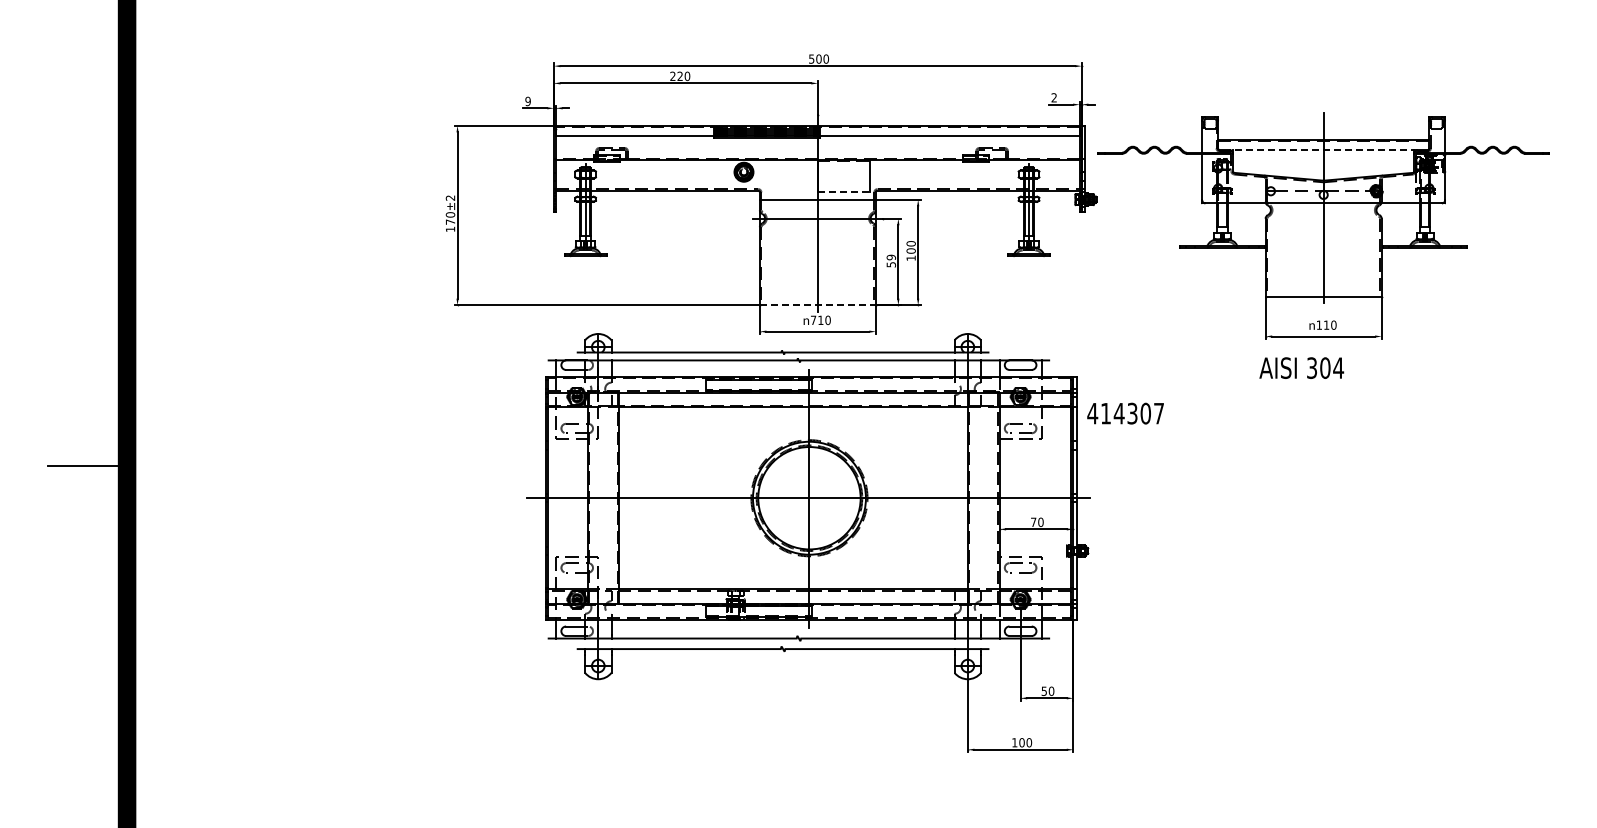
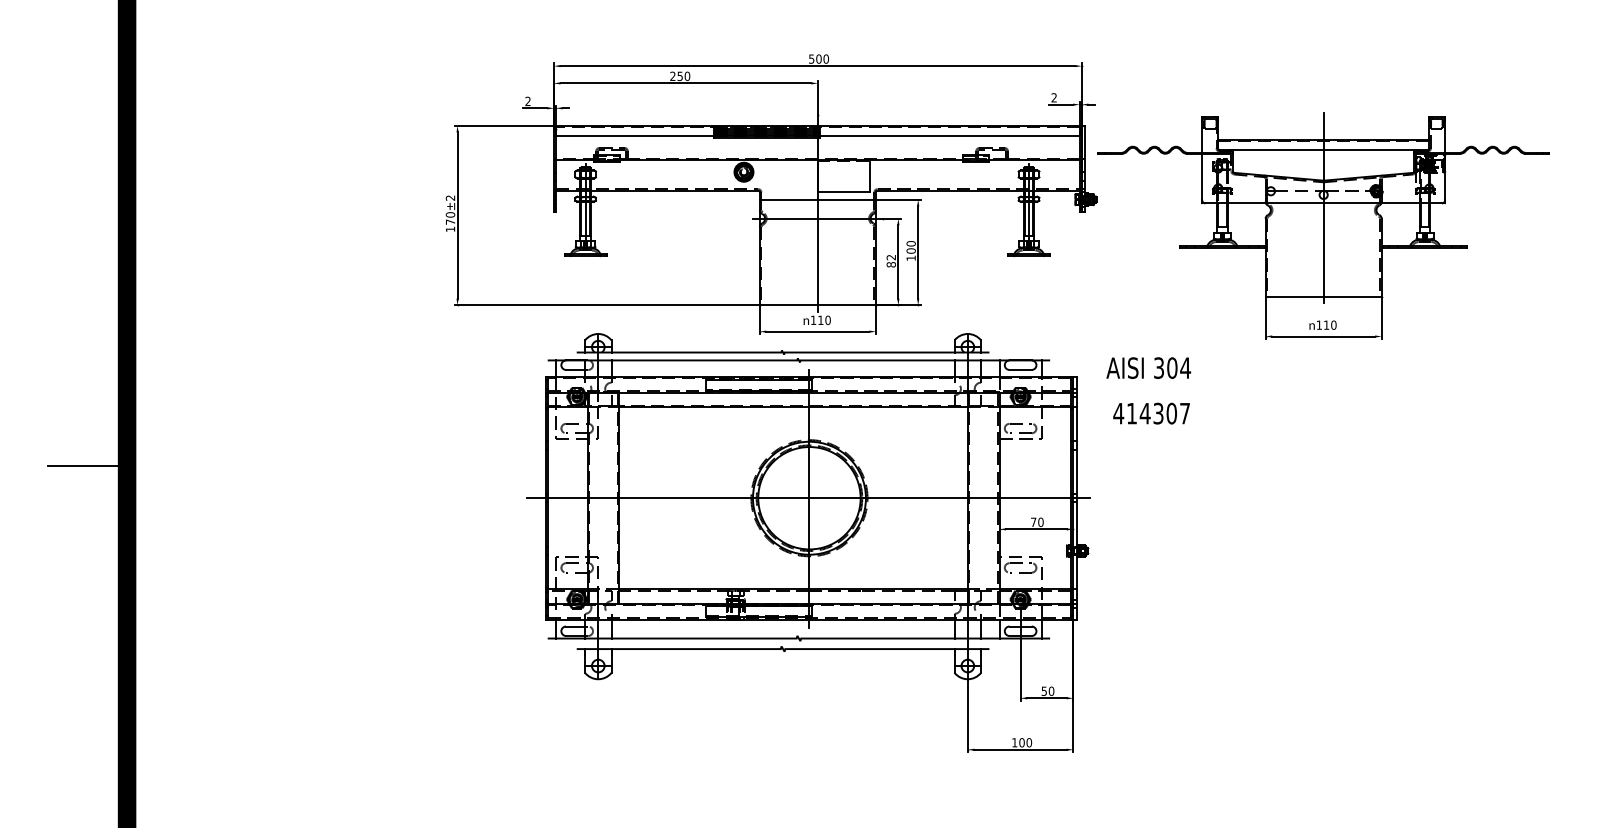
text at (679, 76): 220 -> 250
text at (527, 101): 9 -> 2
line at (1323, 150): dashed -> solid
line at (843, 191): dashed -> solid
text at (891, 260): 59 -> 82
line at (818, 305): dashed -> solid
text at (813, 319): 710 -> 110
text at (1301, 367) position: (1301, 367) -> (1148, 367)
text at (1125, 413) position: (1125, 413) -> (1151, 413)
